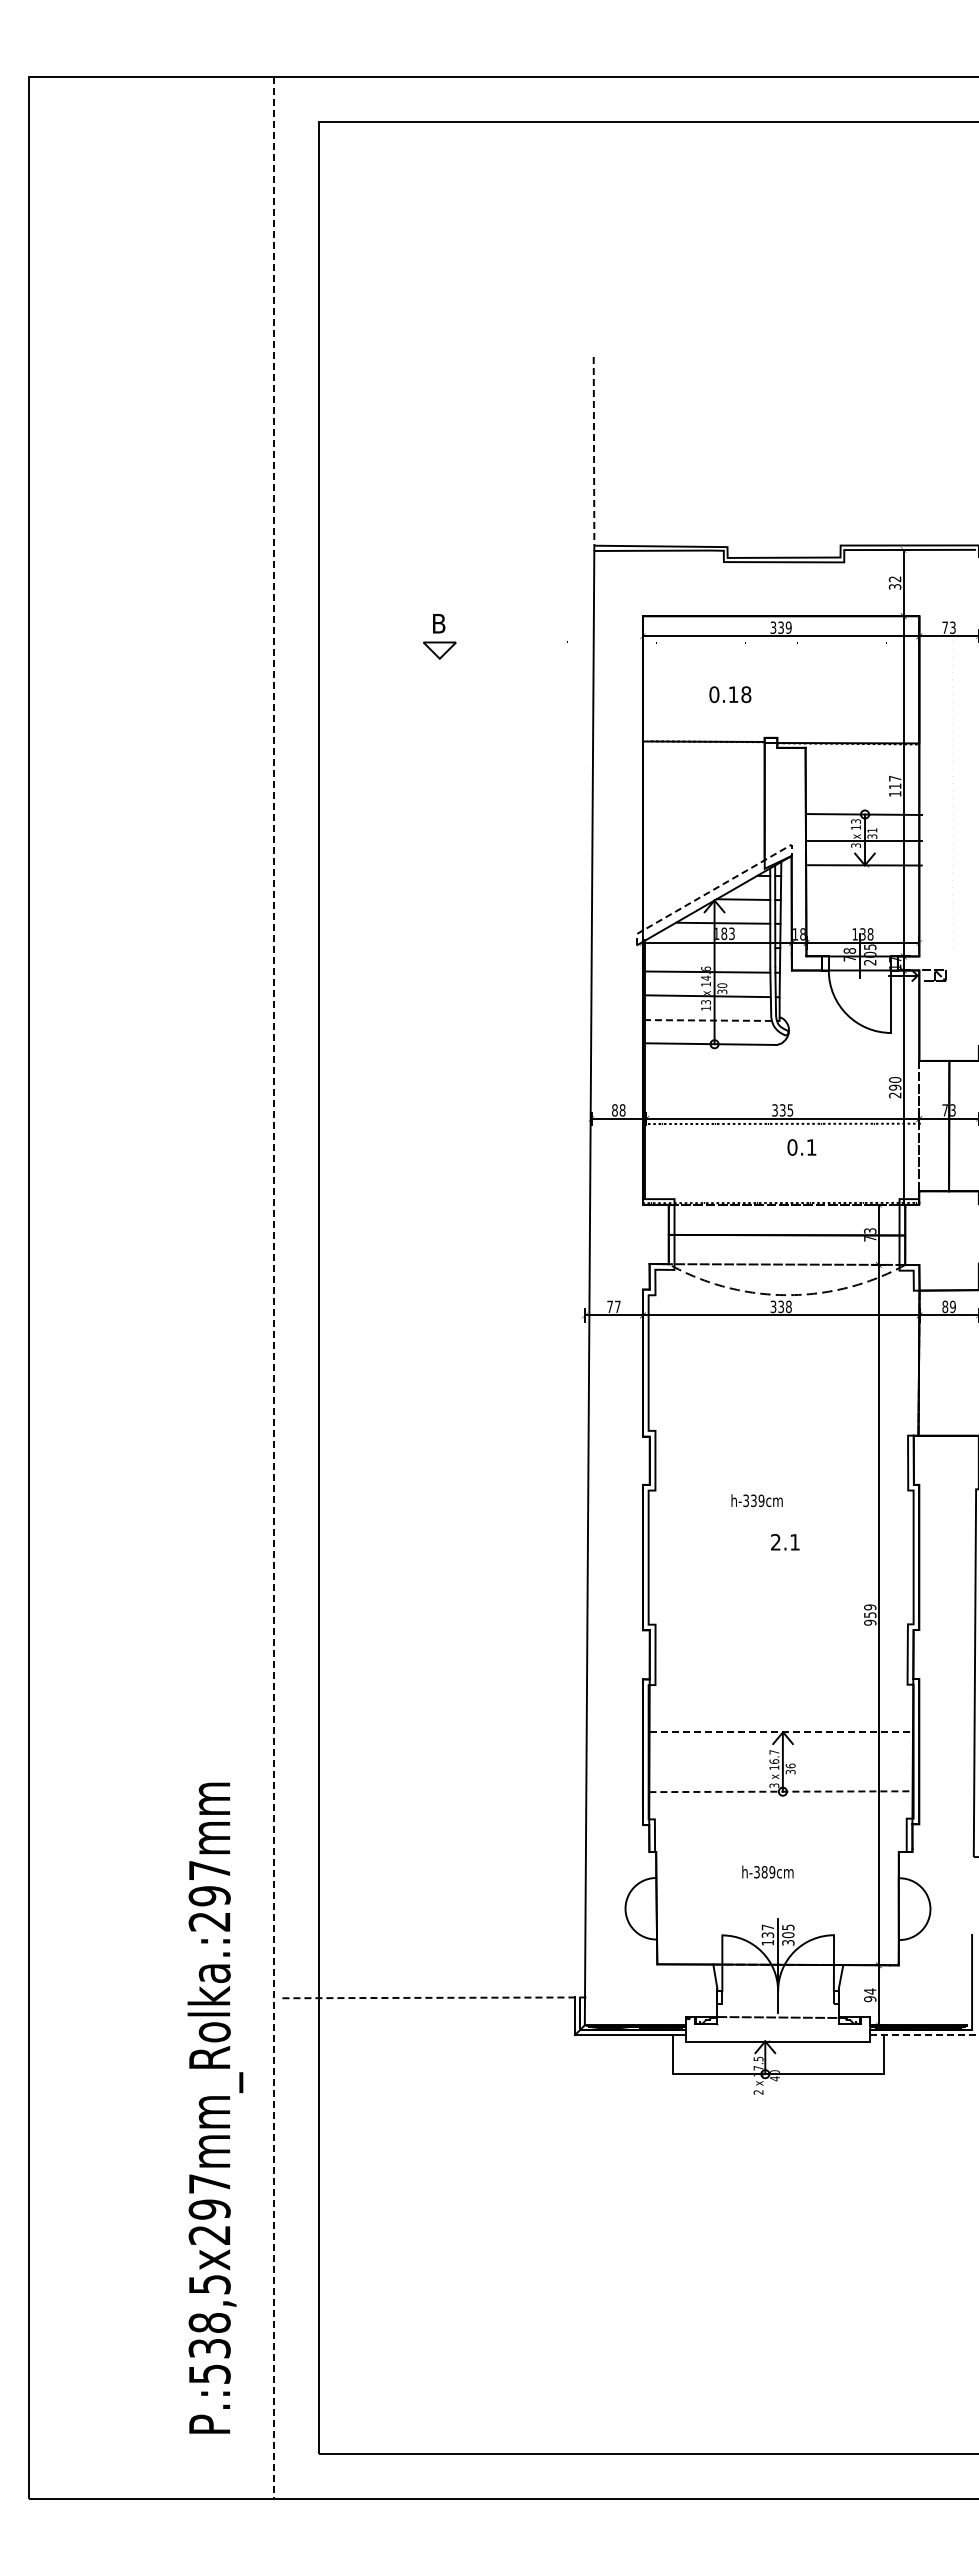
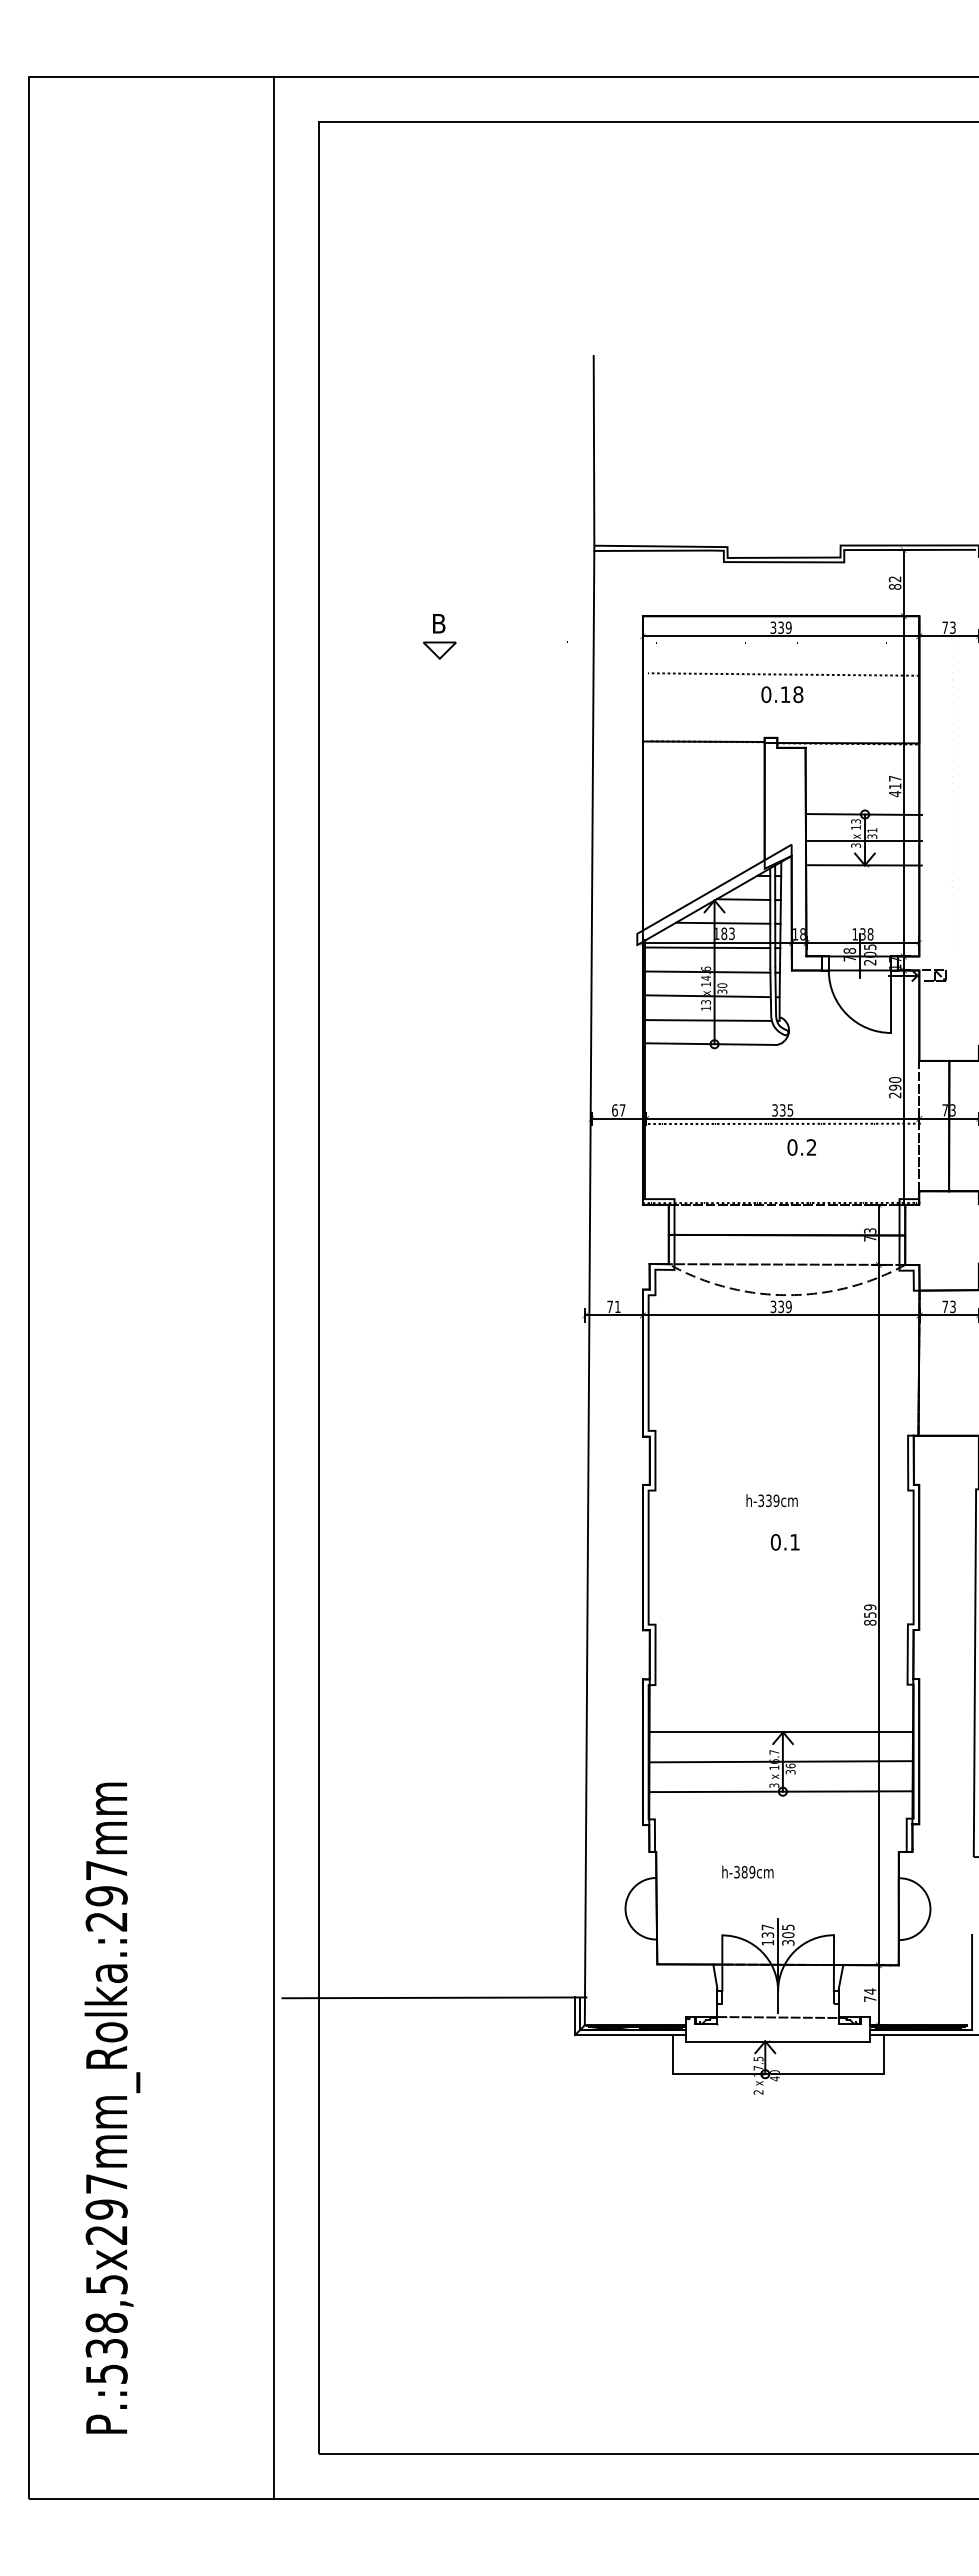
line at (594, 453): dashed -> solid
text at (895, 586): 32 -> 82
line at (783, 674): none -> present
text at (730, 694) position: (730, 694) -> (782, 694)
text at (895, 793): 117 -> 417
line at (714, 889): dashed -> solid
line at (707, 947): none -> present
line at (708, 1020): dashed -> solid
text at (618, 1110): 88 -> 67
text at (811, 1147): 0.1 -> 0.2
line at (273, 1288): dashed -> solid
text at (617, 1306): 77 -> 71
text at (948, 1306): 89 -> 73
text at (788, 1307): 338 -> 339
text at (756, 1500) position: (756, 1500) -> (771, 1500)
text at (775, 1542): 2.1 -> 0.1
text at (870, 1622): 959 -> 859
line at (781, 1732): dashed -> solid
line at (780, 1761): none -> present
line at (780, 1791): dashed -> solid
text at (767, 1871) position: (767, 1871) -> (747, 1871)
line at (434, 1997): dashed -> solid
text at (870, 1999): 94 -> 74
line at (924, 2035): dashed -> solid
text at (215, 2107) position: (215, 2107) -> (112, 2107)
